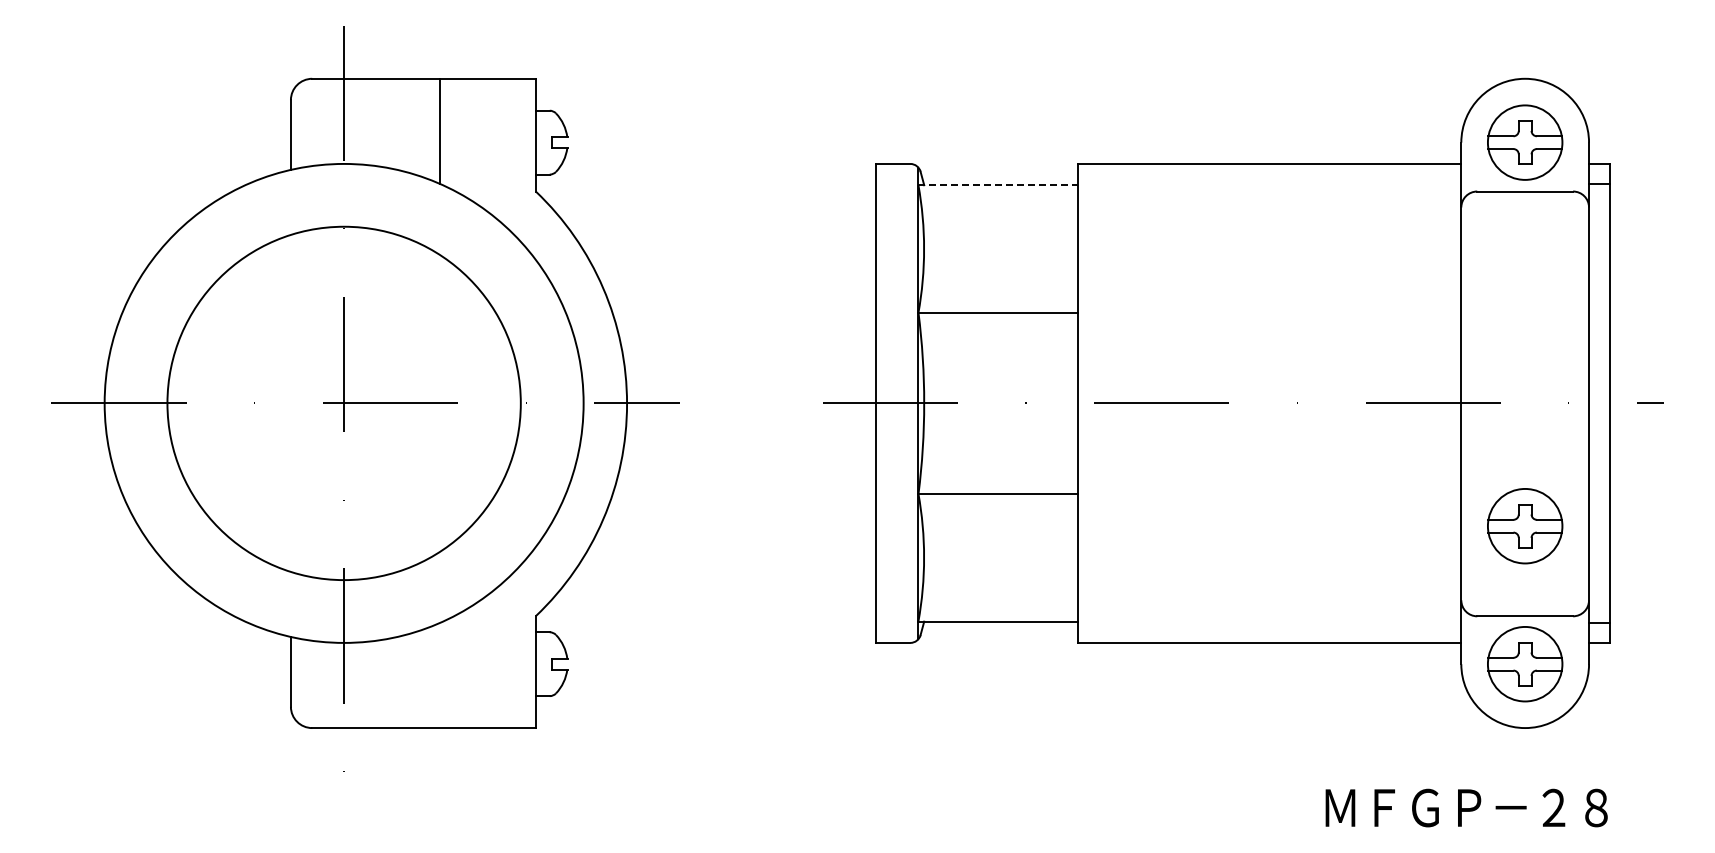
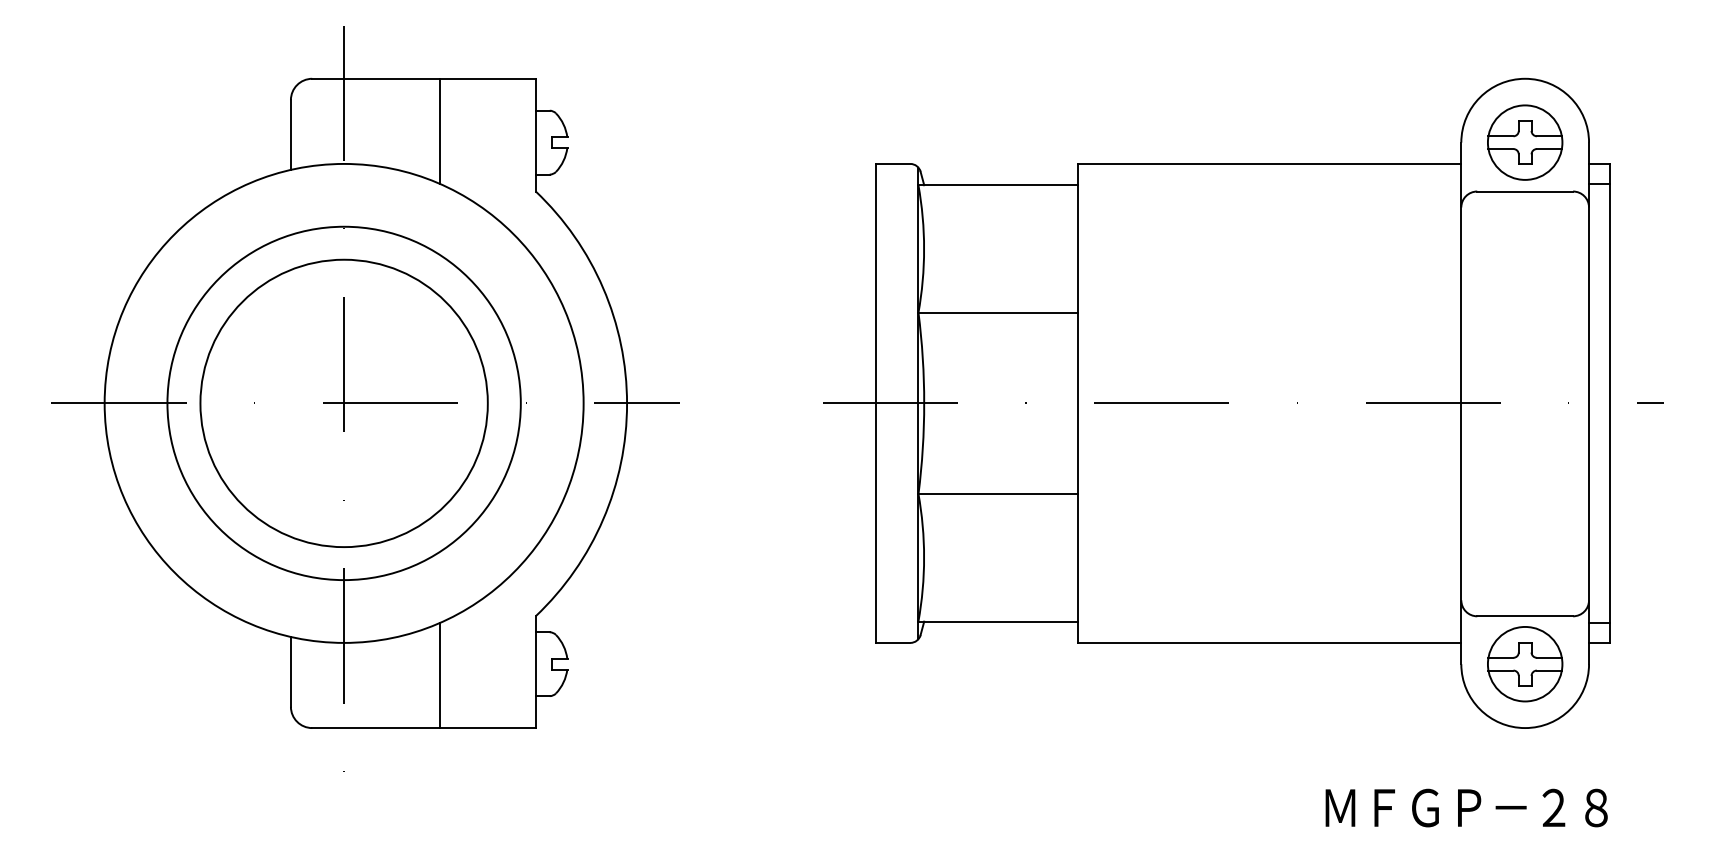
line at (998, 185): dashed -> solid
circle at (343, 402): none -> present
part at (1525, 526): present -> none
line at (439, 675): none -> present
